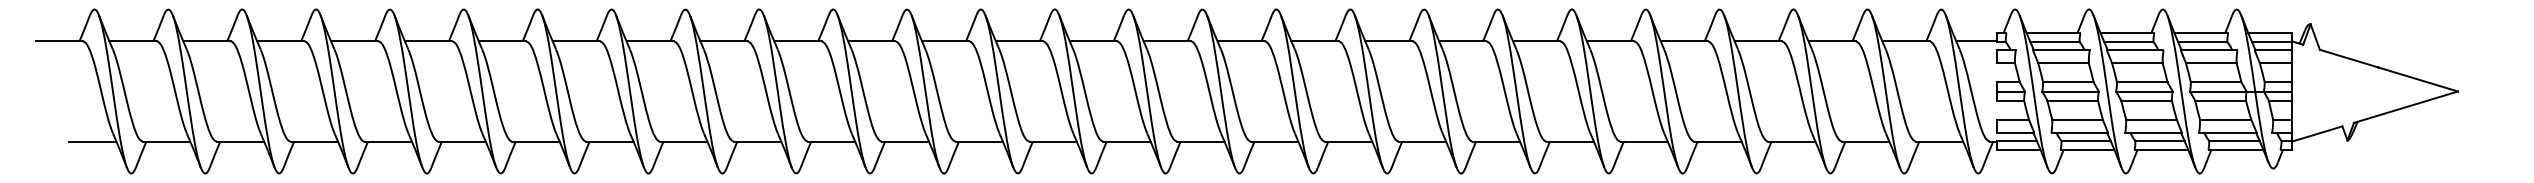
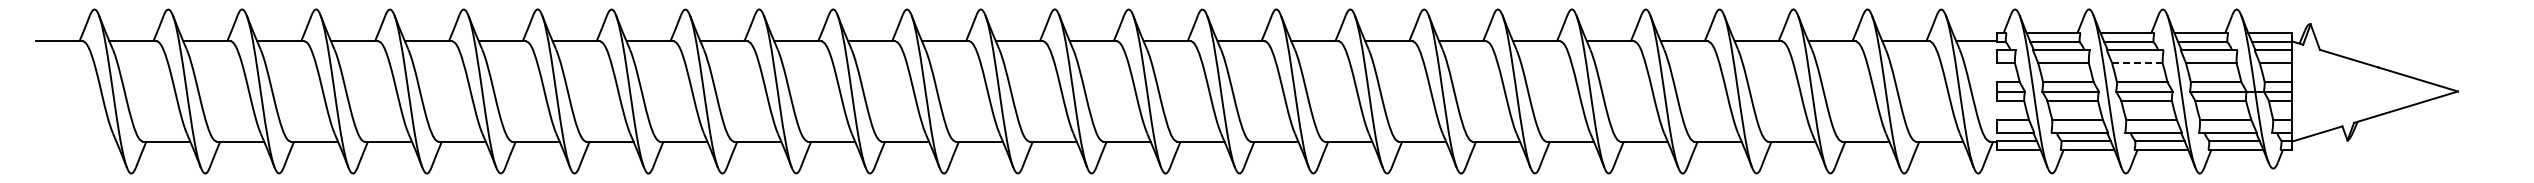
line at (2136, 63): solid -> dashed
line at (92, 141): present -> none
